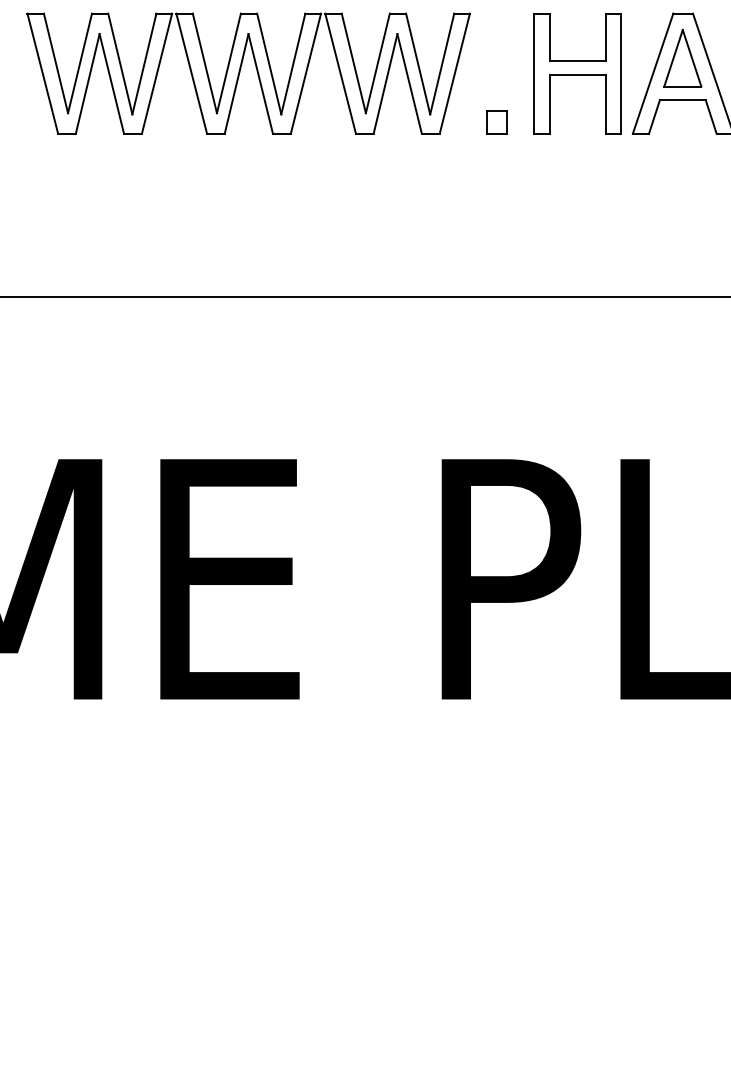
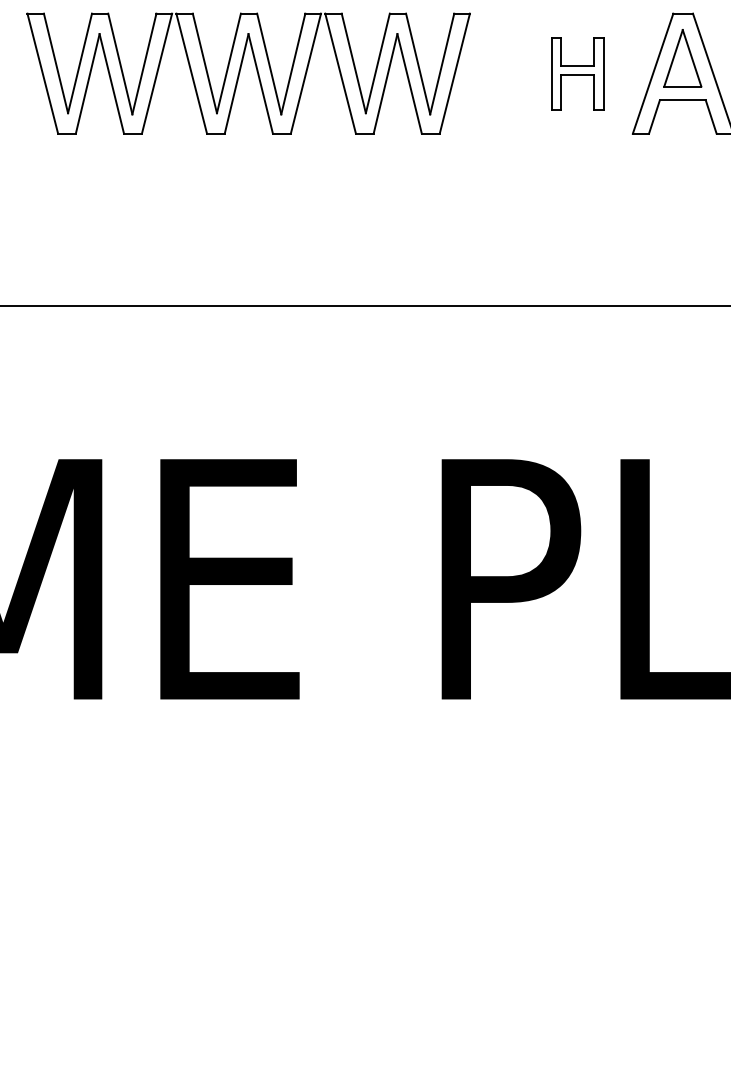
part at (577, 73) size: 89x122 px -> 54x74 px
part at (496, 122): present -> none
line at (364, 297) position: (364, 297) -> (364, 306)
